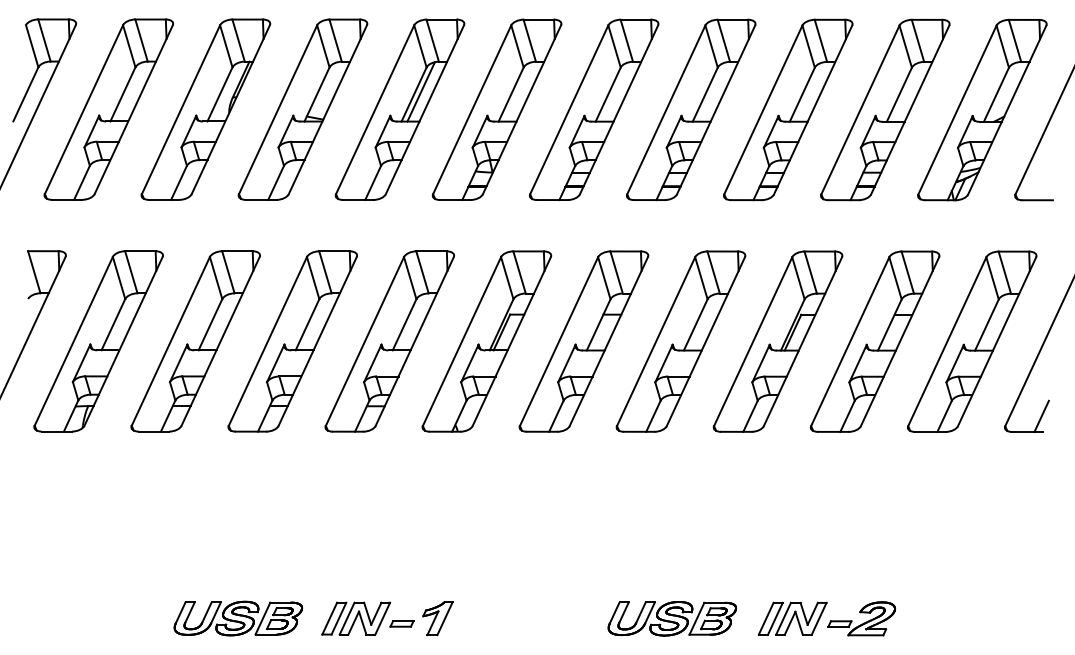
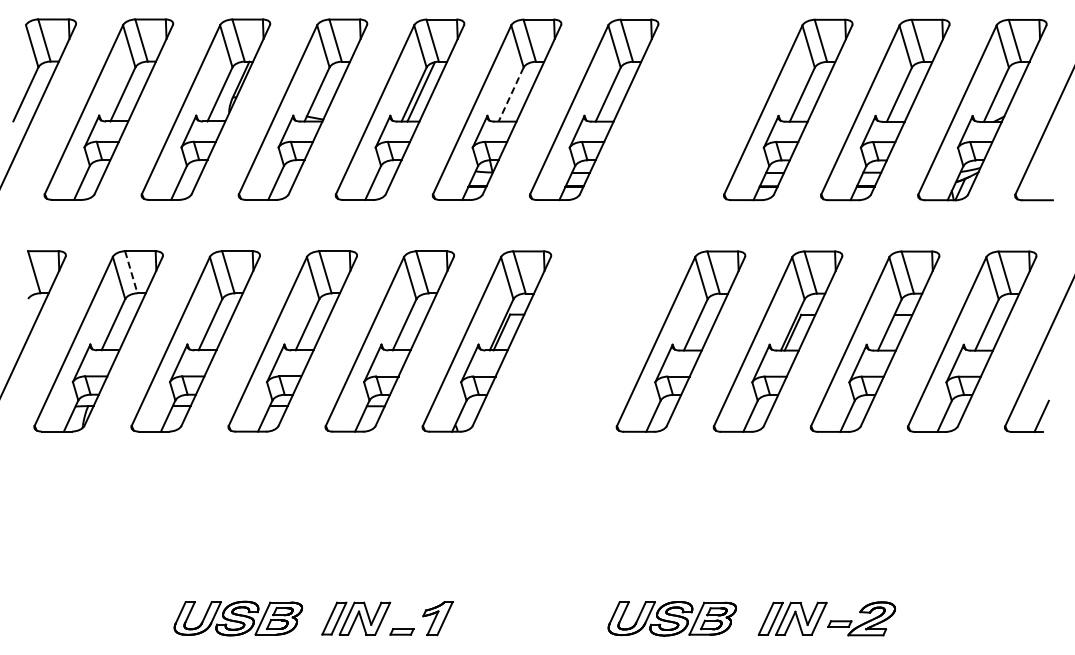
line at (511, 94): solid -> dashed
part at (691, 109): present -> none
line at (131, 272): solid -> dashed
part at (583, 341): present -> none
part at (401, 623) position: (401, 623) -> (401, 631)
